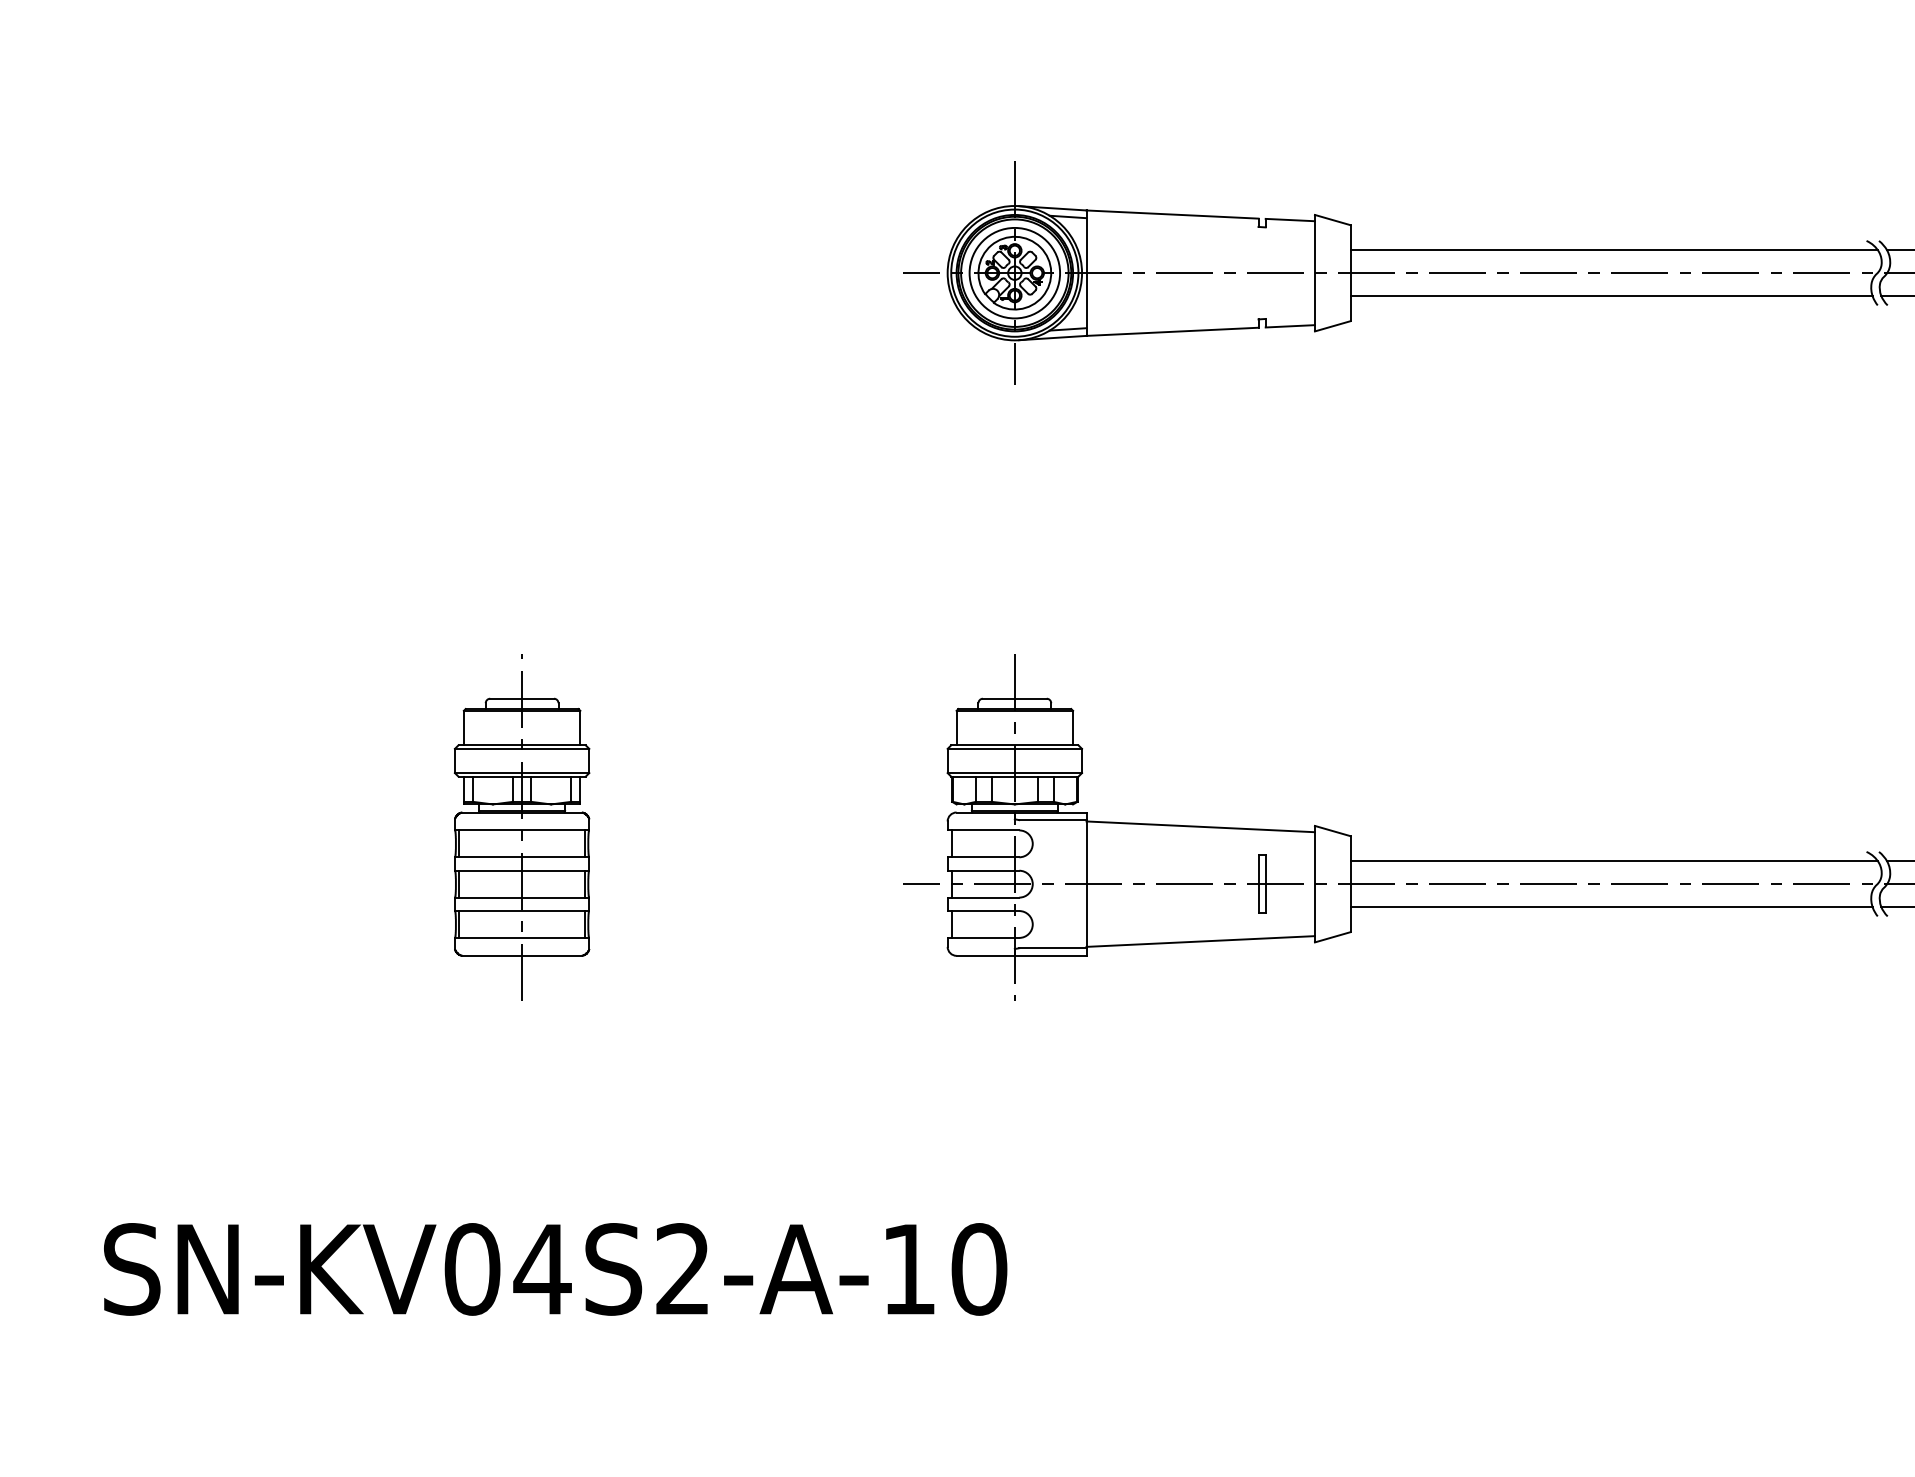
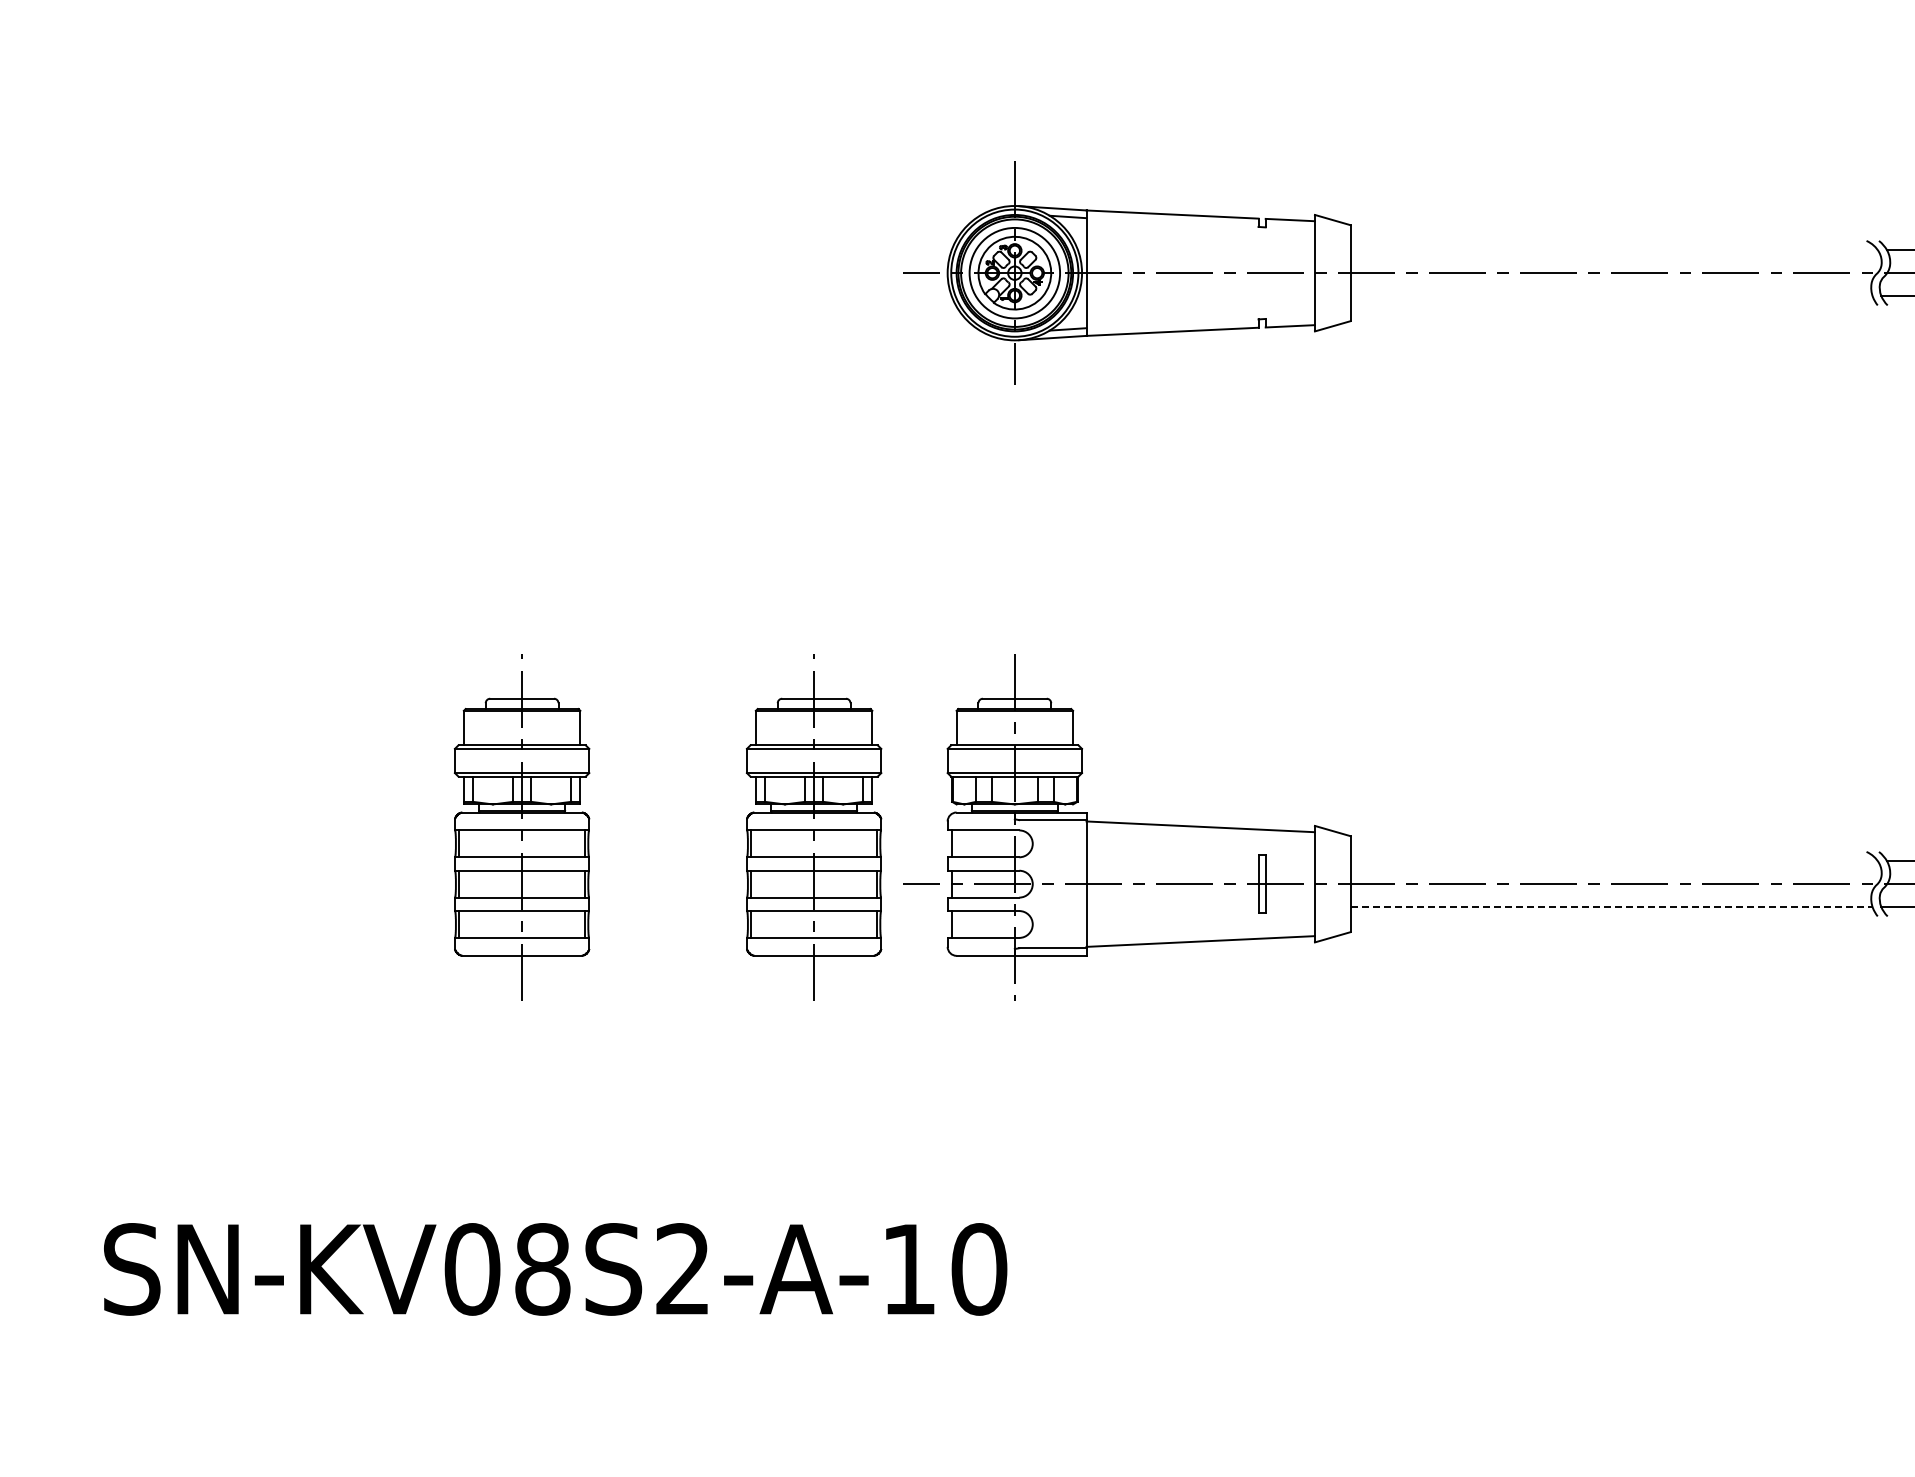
line at (1613, 250): present -> none
line at (1611, 296): present -> none
part at (813, 827): none -> present
line at (1613, 861): present -> none
line at (1611, 907): solid -> dashed
text at (542, 1269): SN-KV04S2-A-10 -> SN-KV08S2-A-10
